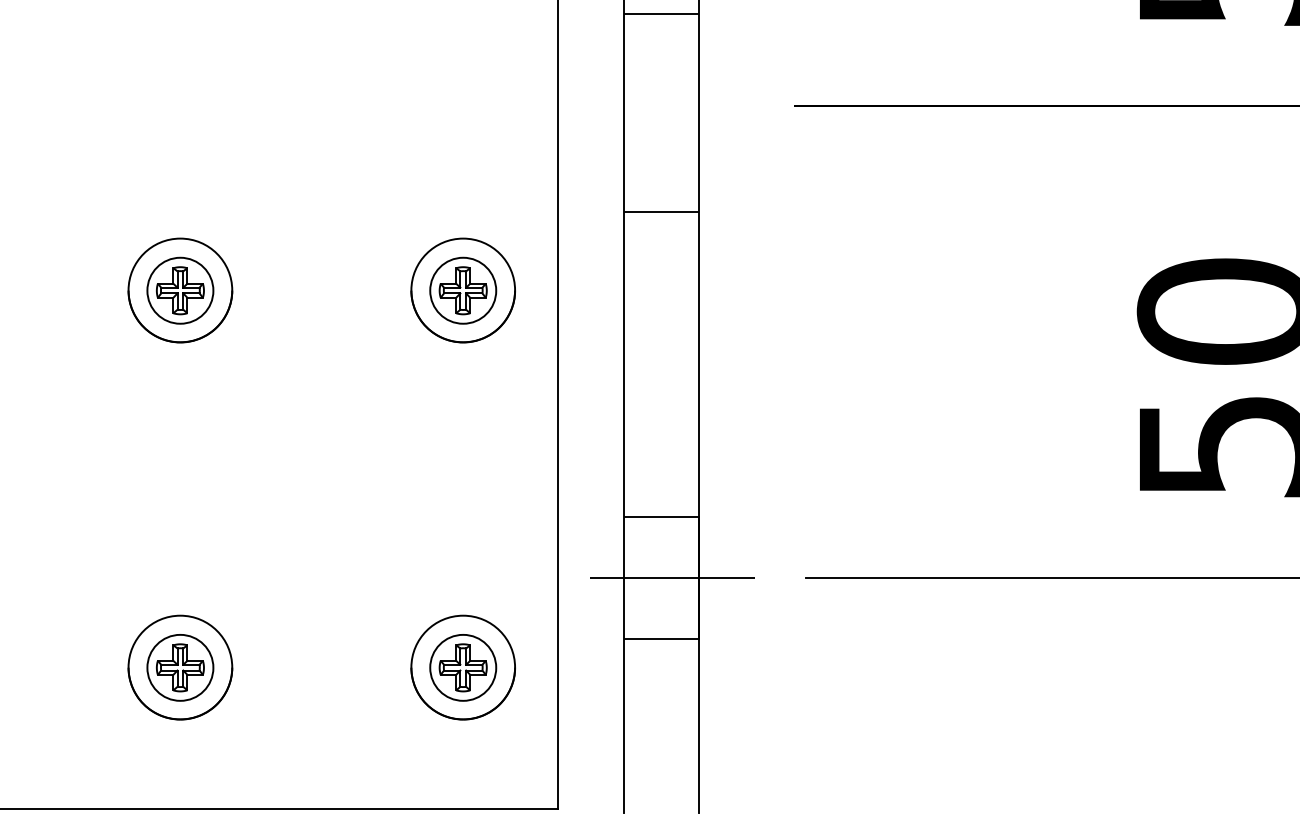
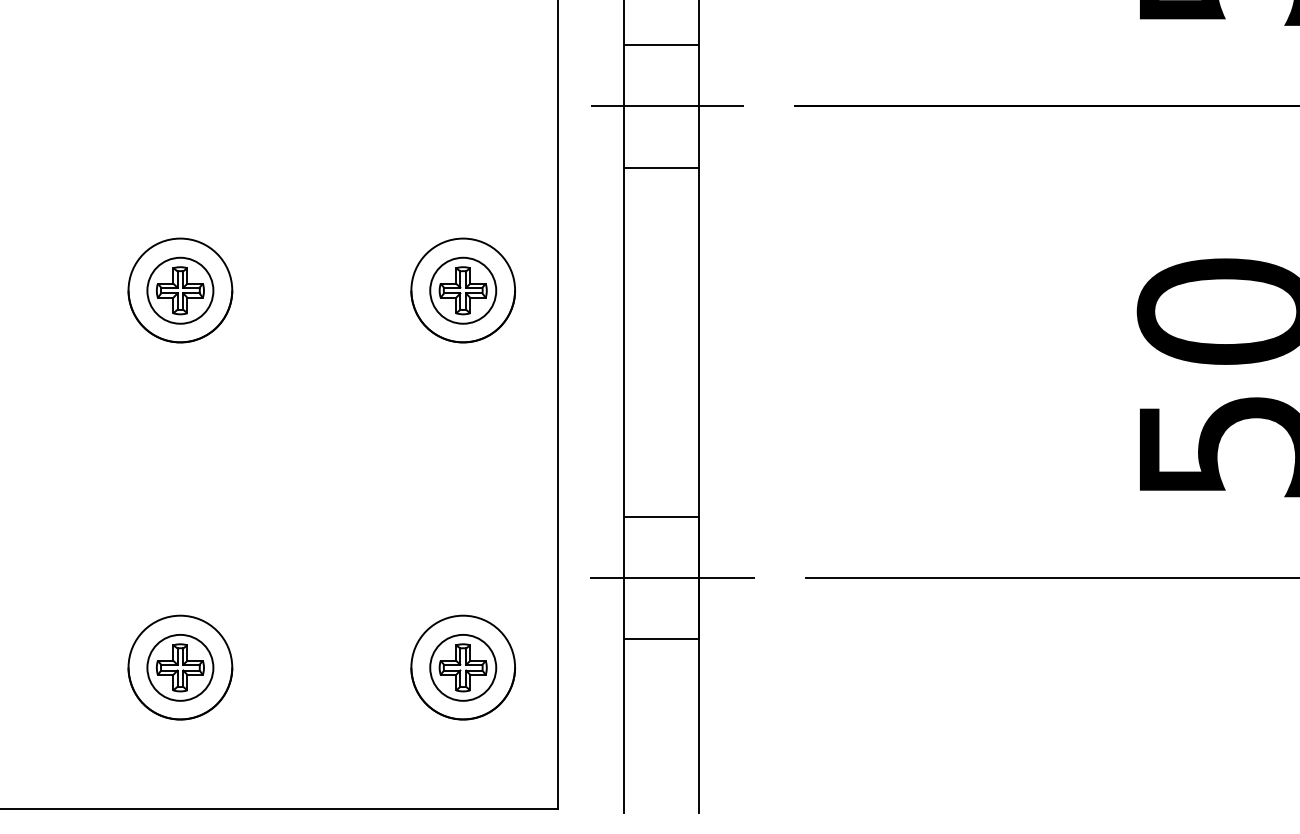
line at (661, 14) position: (661, 14) -> (661, 45)
line at (666, 106): none -> present
line at (661, 211) position: (661, 211) -> (661, 167)
